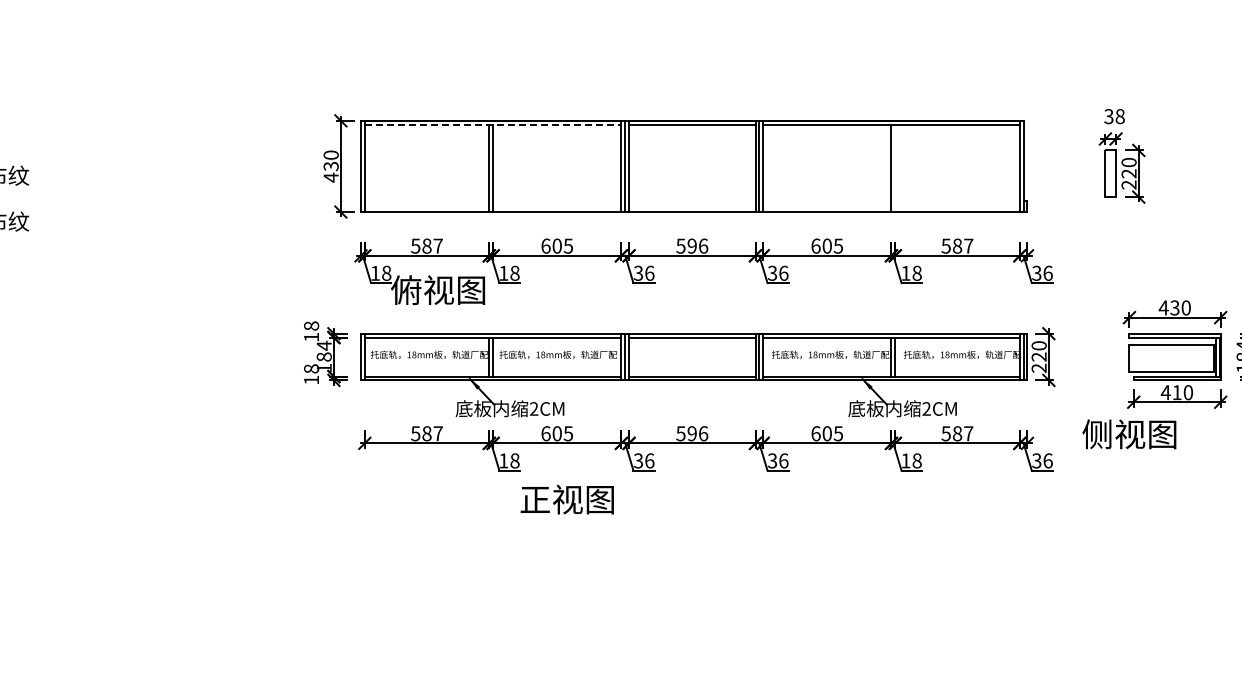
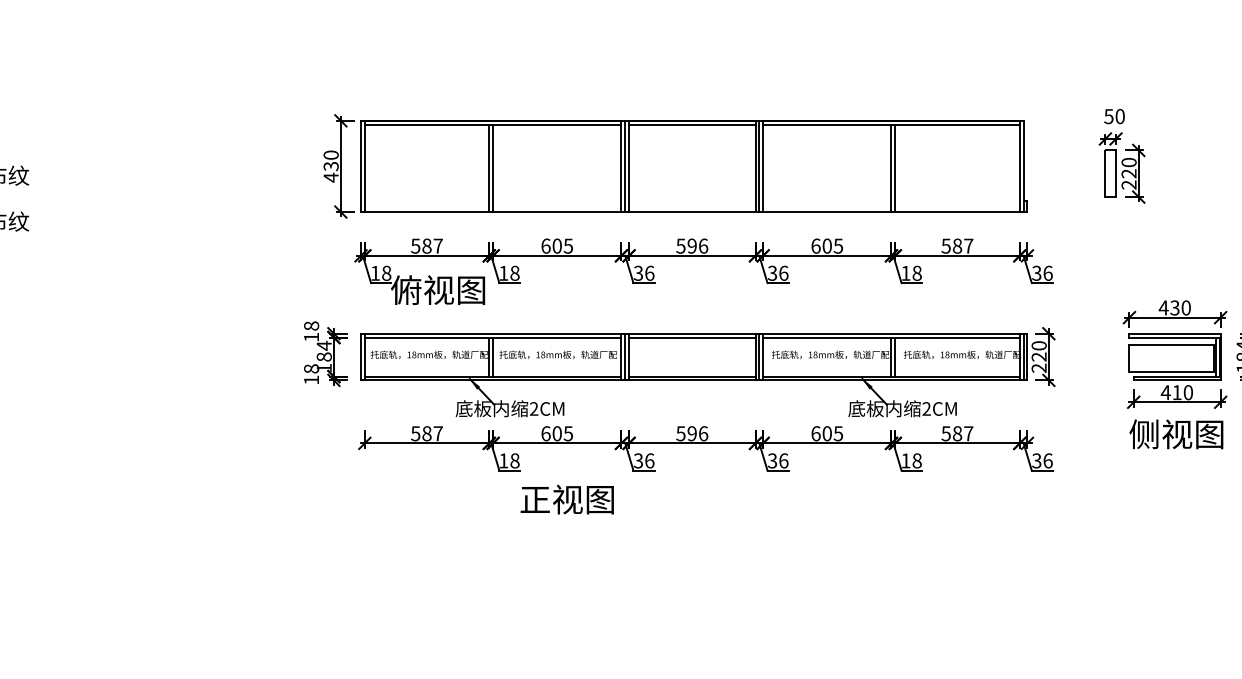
text at (1114, 116): 38 -> 50
line at (493, 125): dashed -> solid
line at (895, 168): none -> present
text at (1129, 434) position: (1129, 434) -> (1176, 434)
